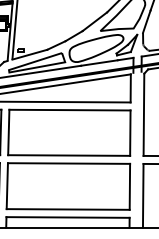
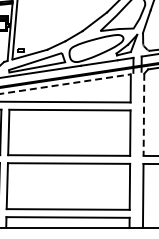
line at (65, 84): solid -> dashed
line at (143, 115): solid -> dashed
